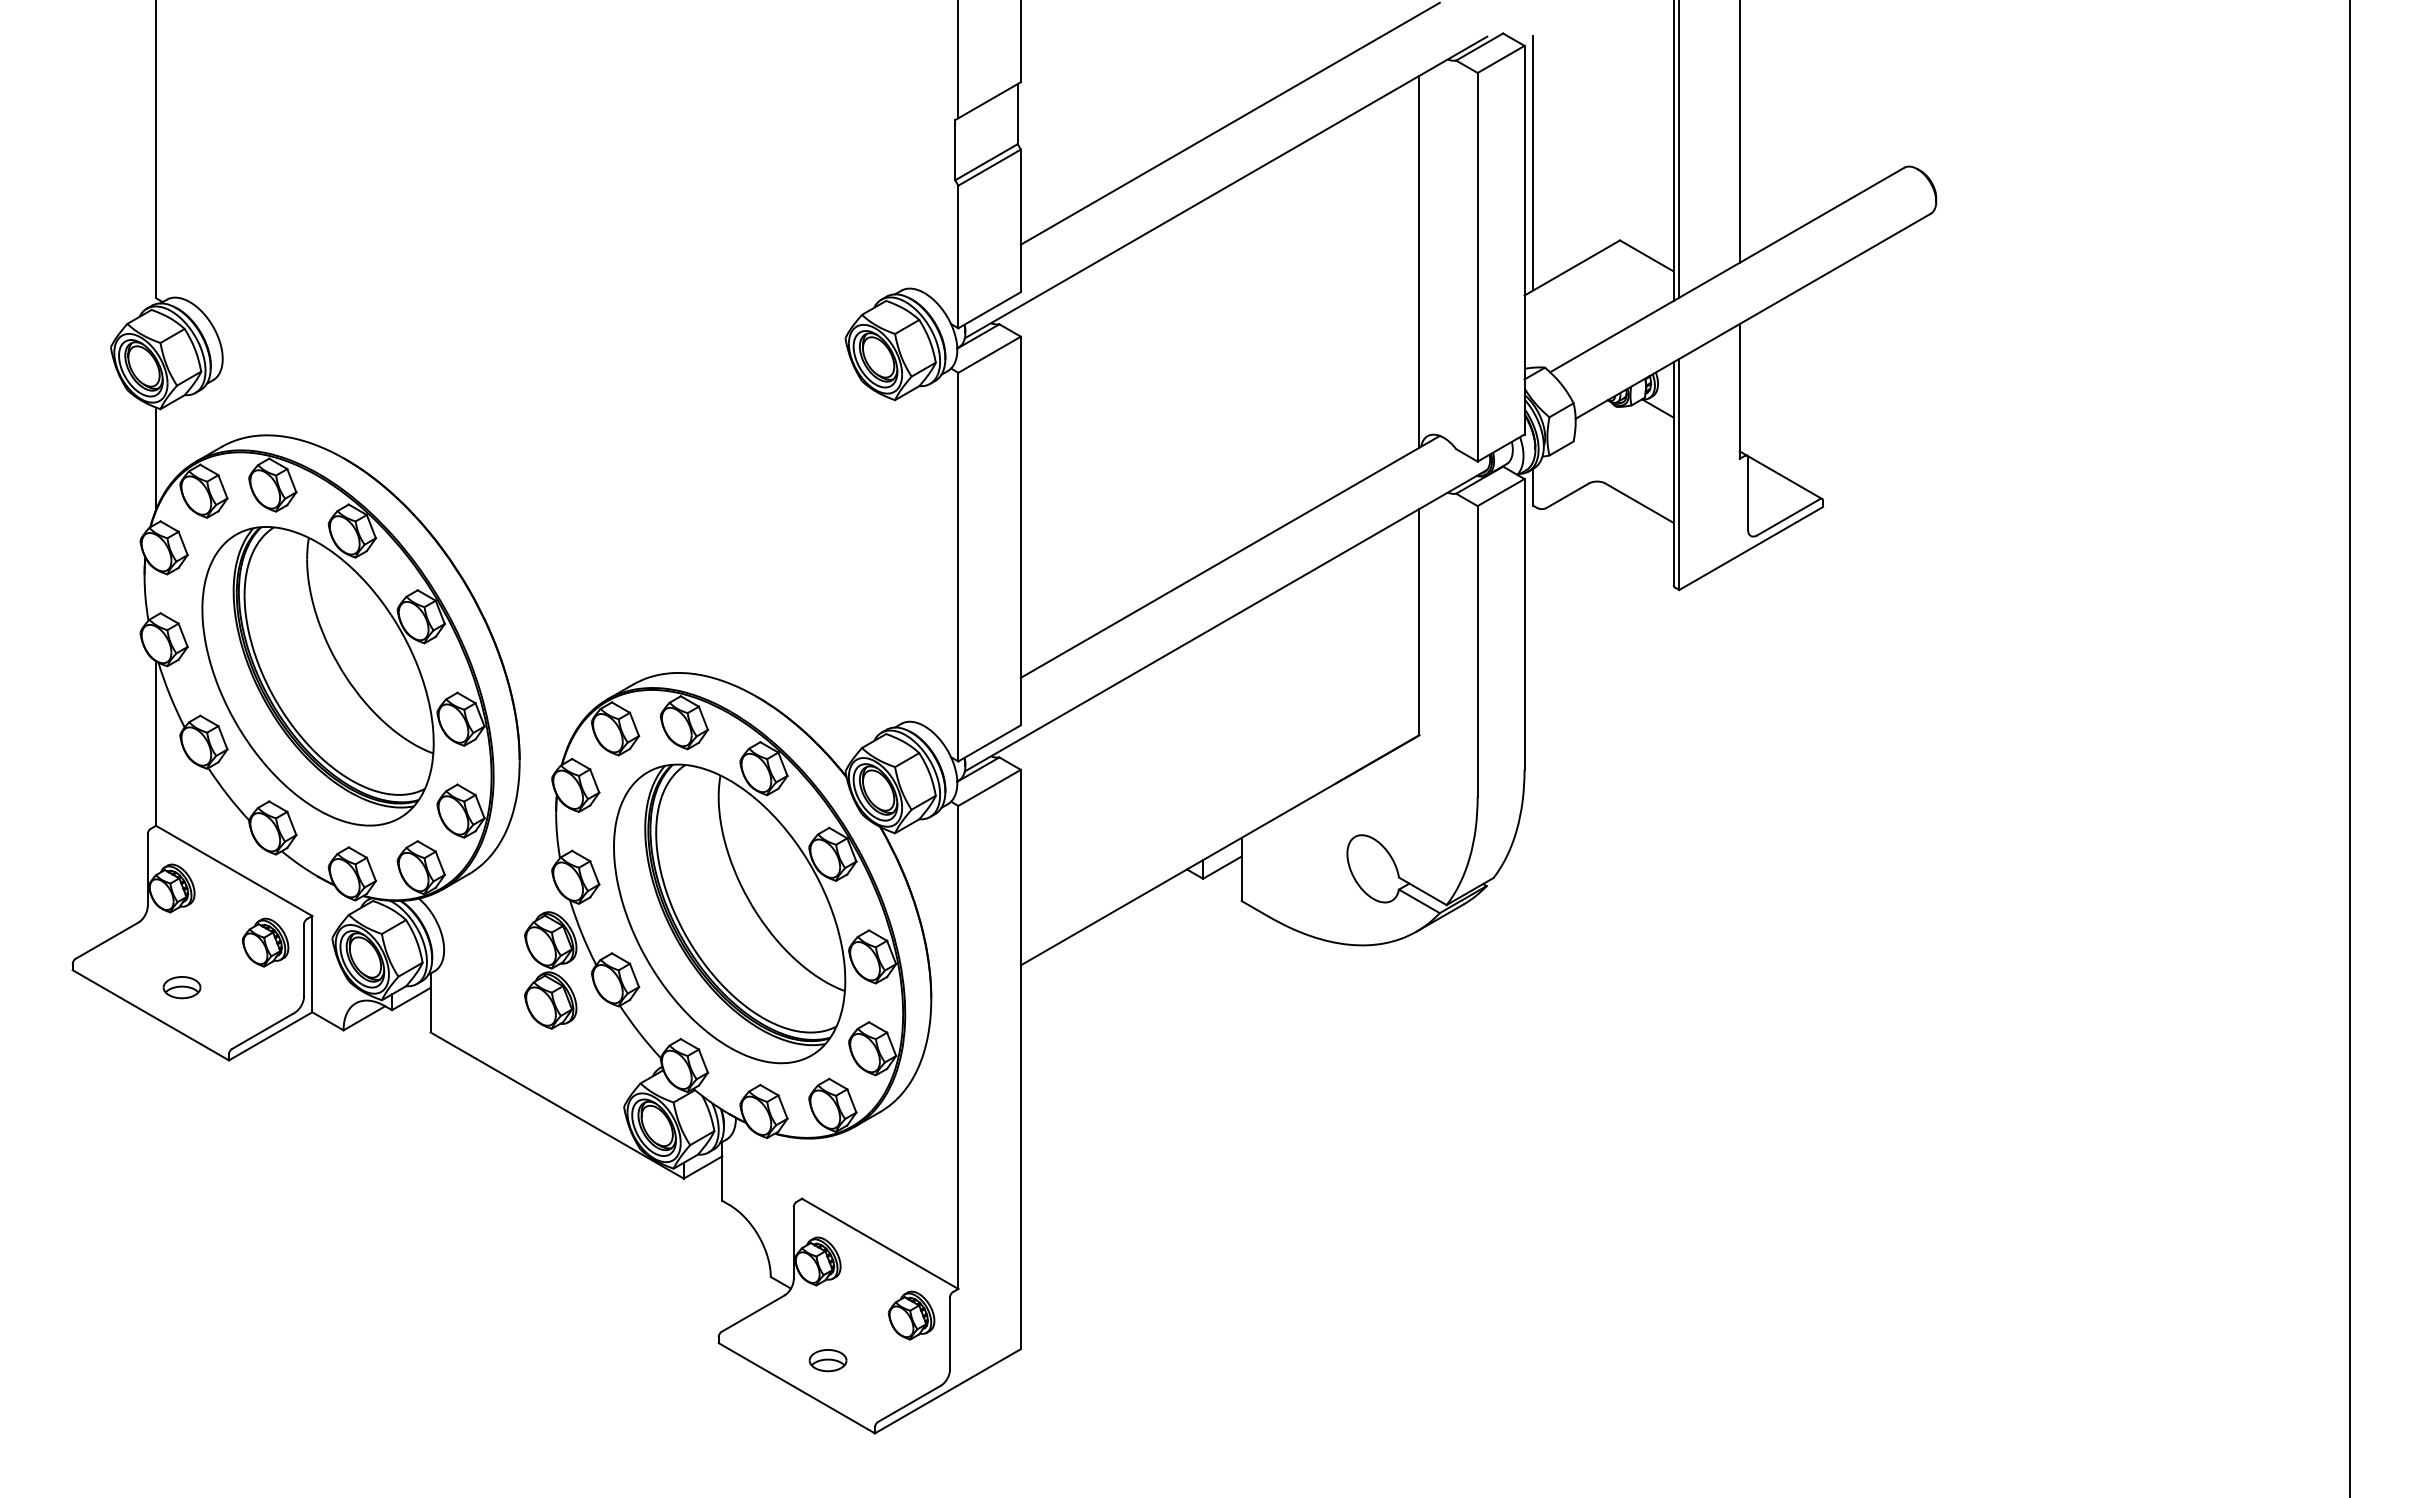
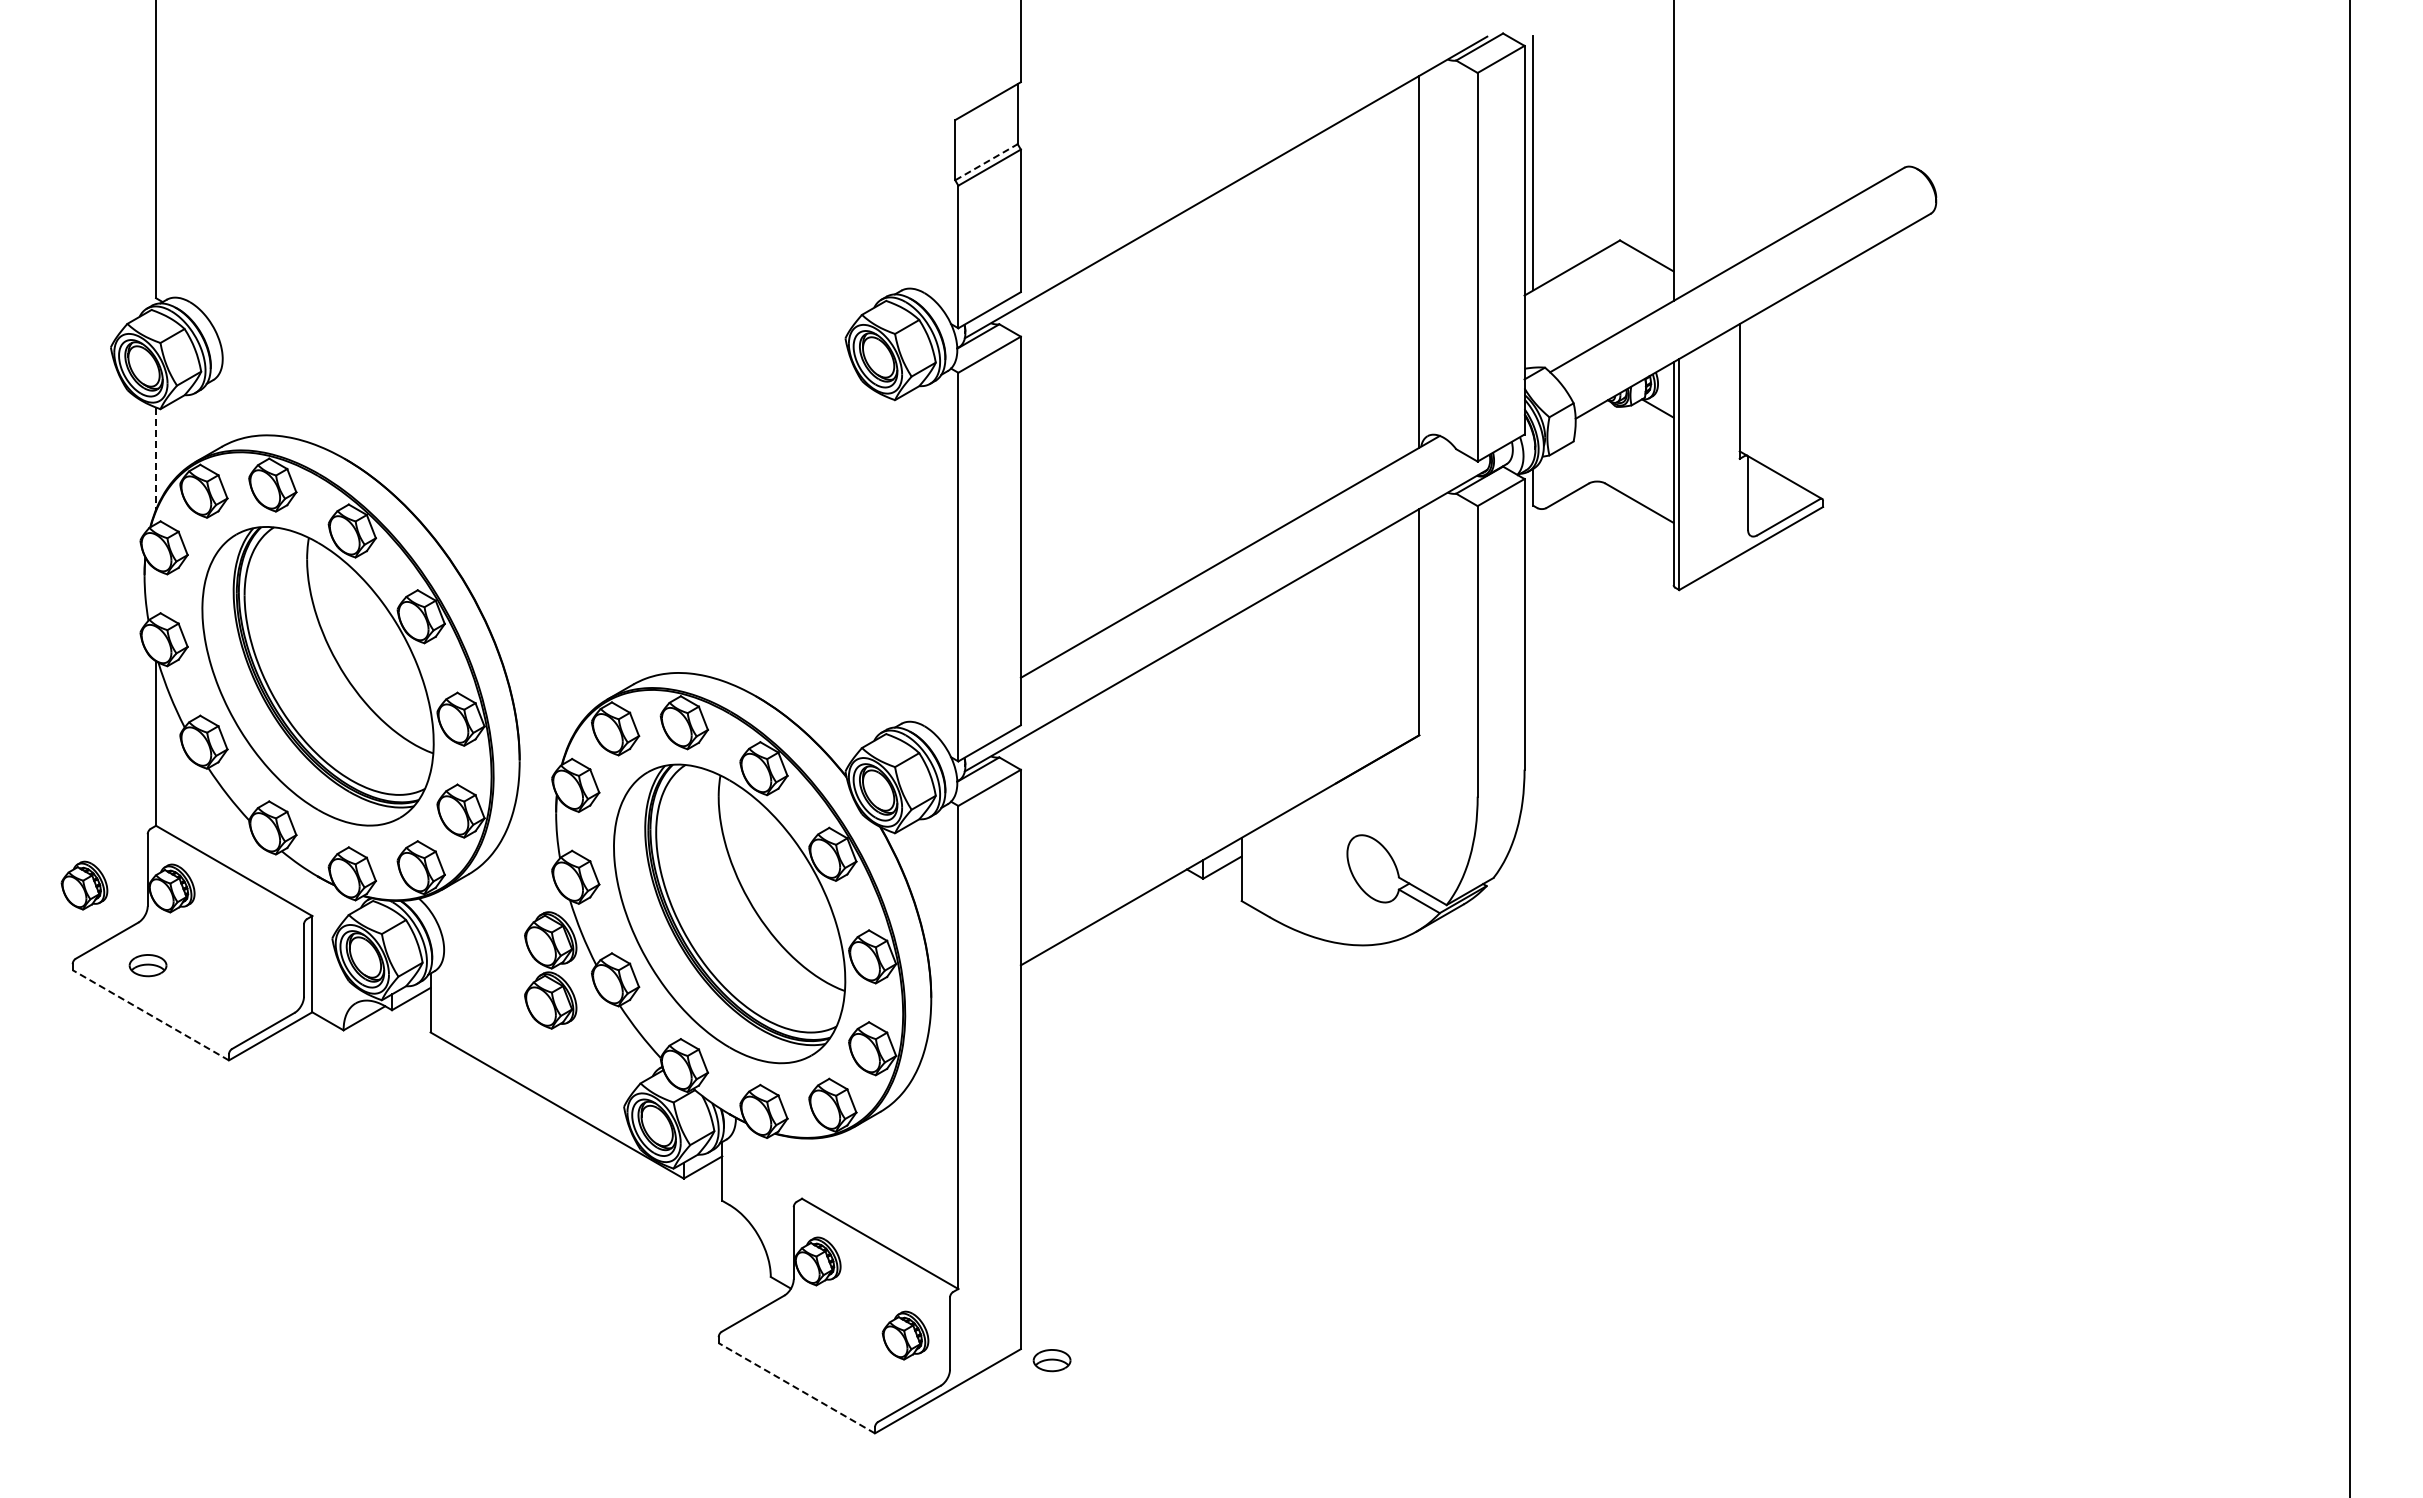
line at (958, 60): present -> none
line at (1229, 123): present -> none
line at (1739, 132): present -> none
line at (1679, 149): present -> none
line at (986, 161): solid -> dashed
line at (156, 459): solid -> dashed
part at (265, 942) position: (265, 942) -> (84, 885)
part at (181, 987) position: (181, 987) -> (147, 965)
line at (150, 1015): solid -> dashed
part at (911, 1315) position: (911, 1315) -> (905, 1335)
part at (827, 1360) position: (827, 1360) -> (1051, 1360)
line at (796, 1388): solid -> dashed
